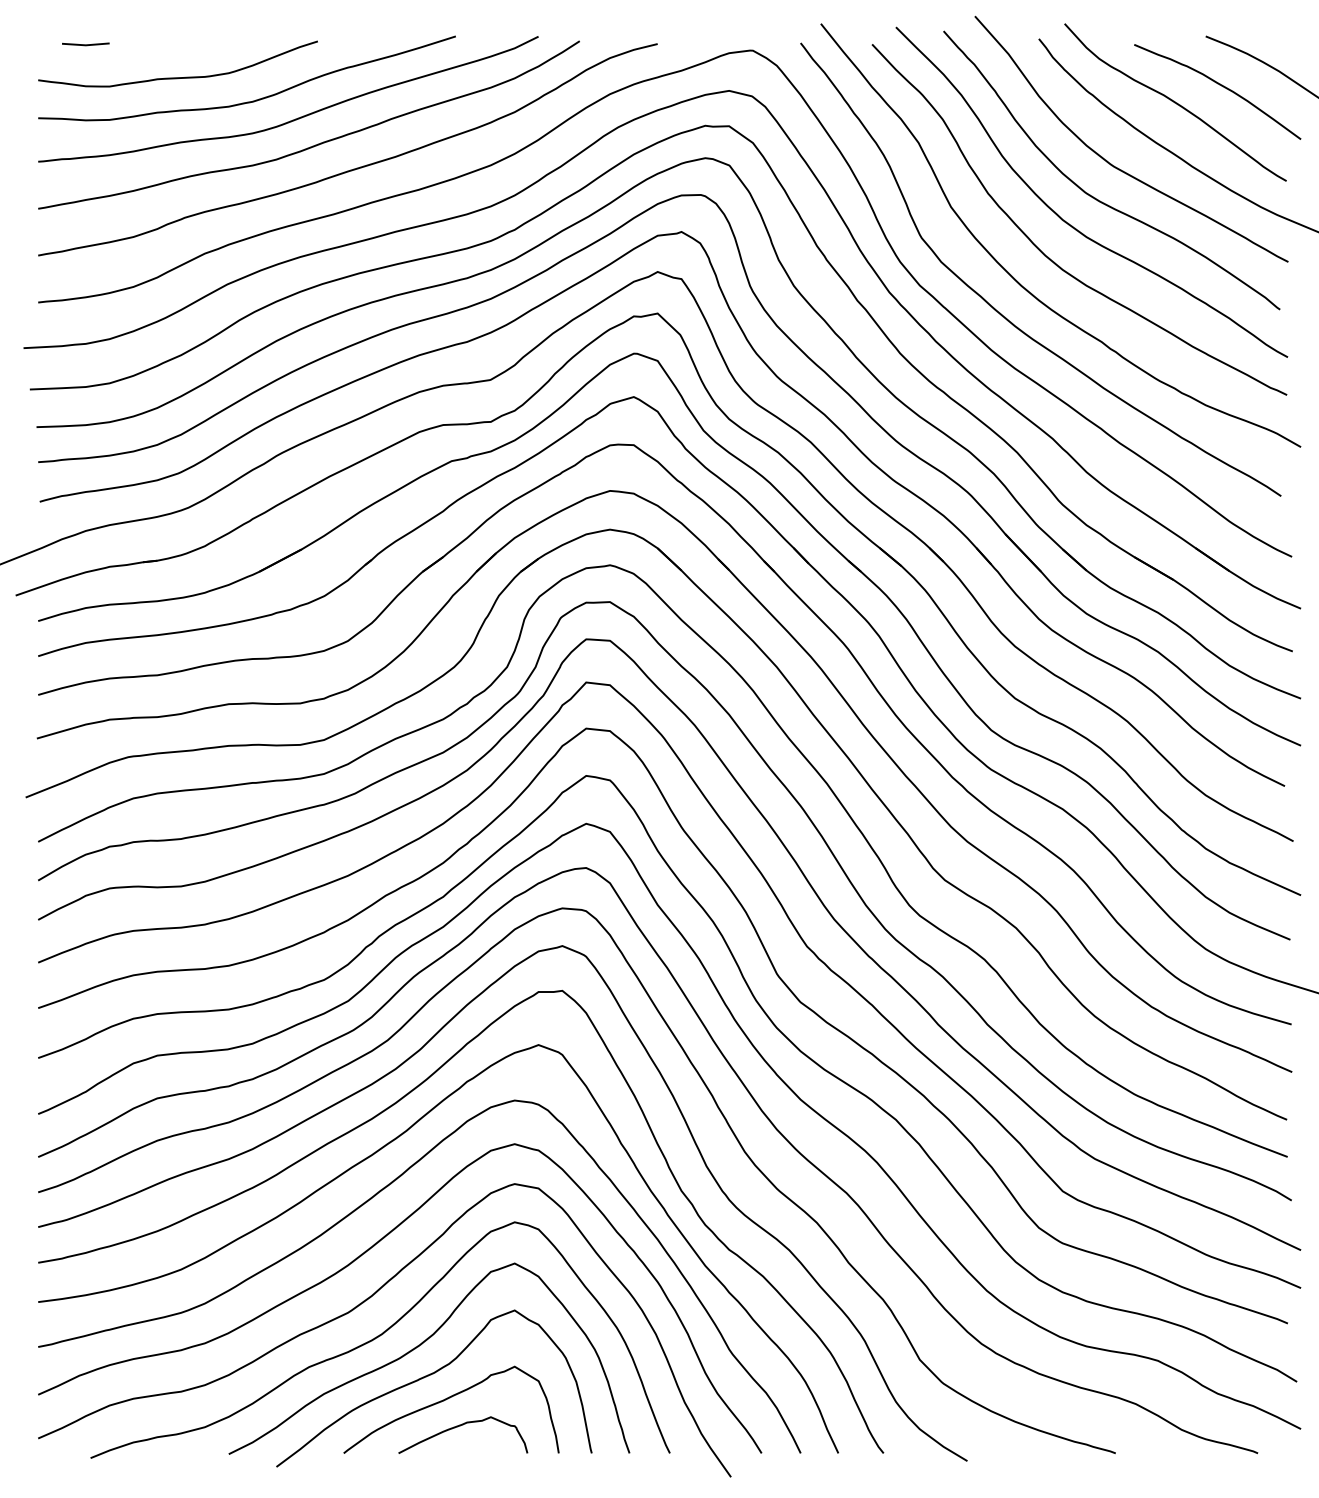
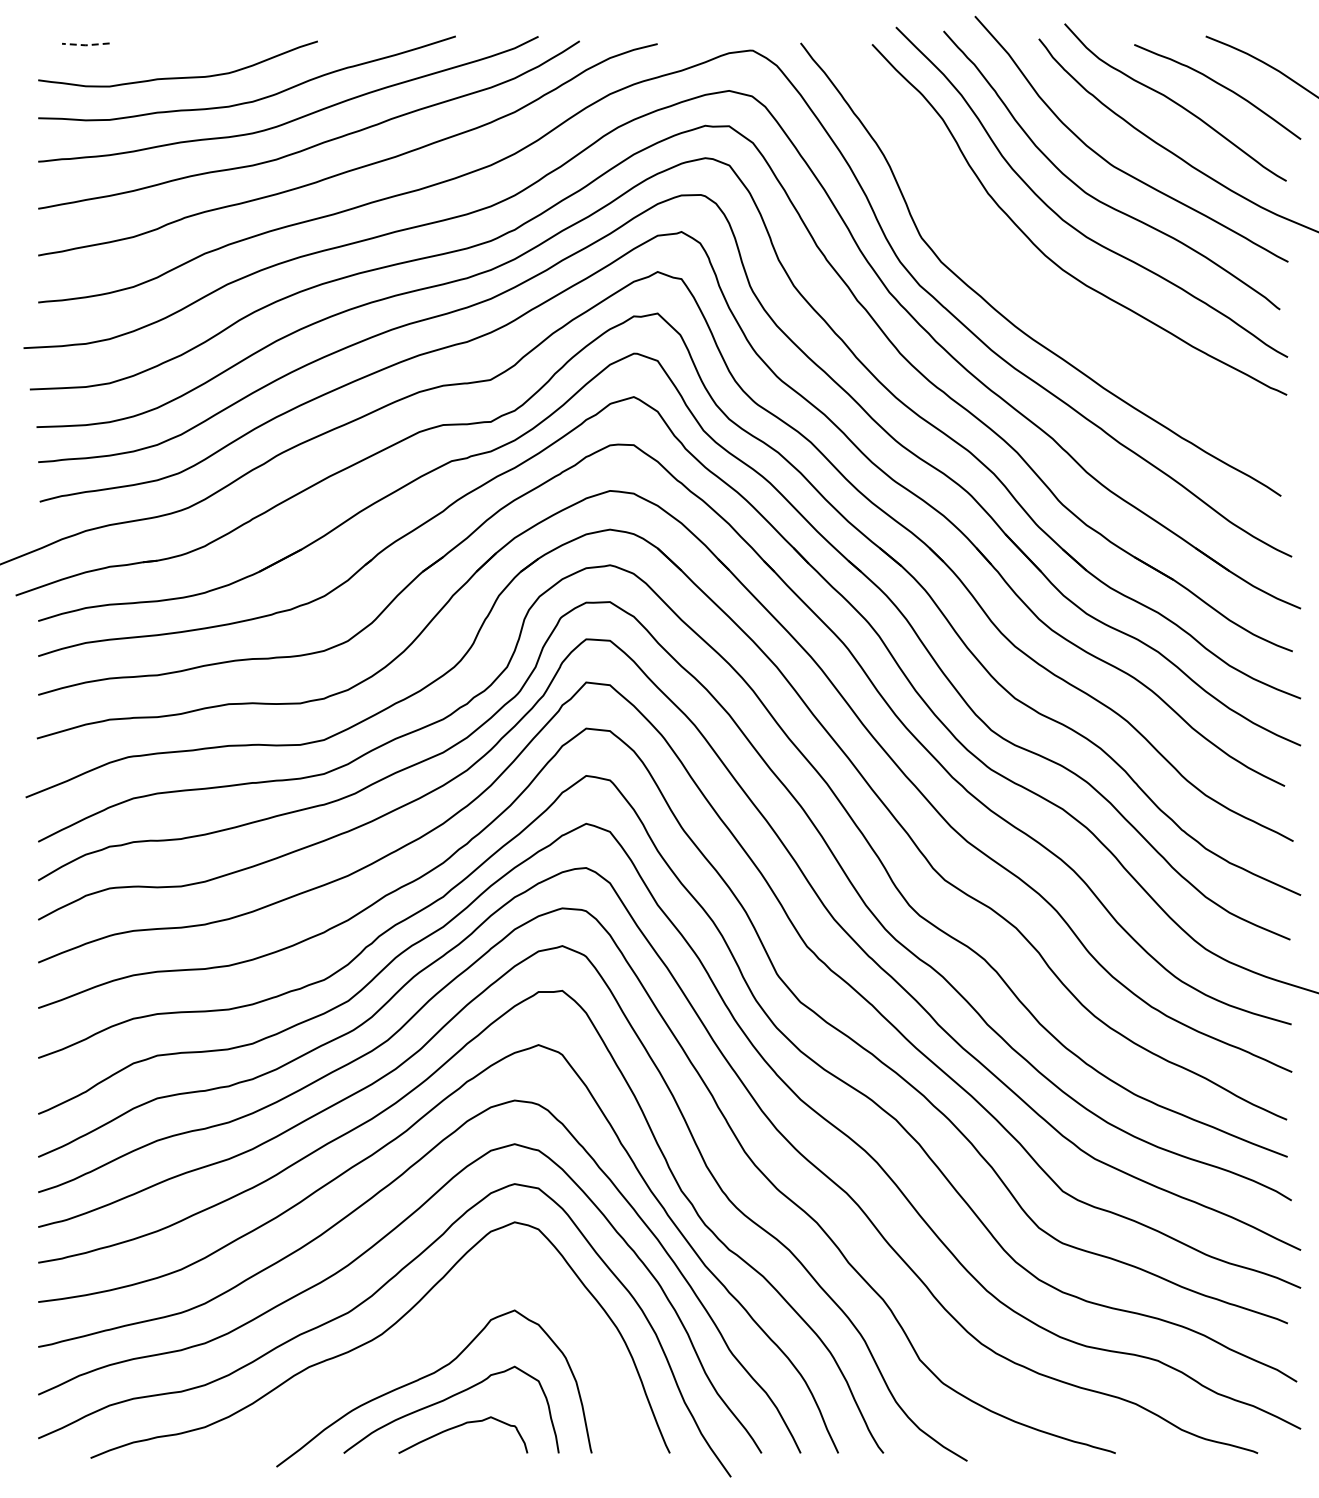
line at (85, 45): solid -> dashed
curve at (1016, 279): present -> none
curve at (421, 1345): present -> none
